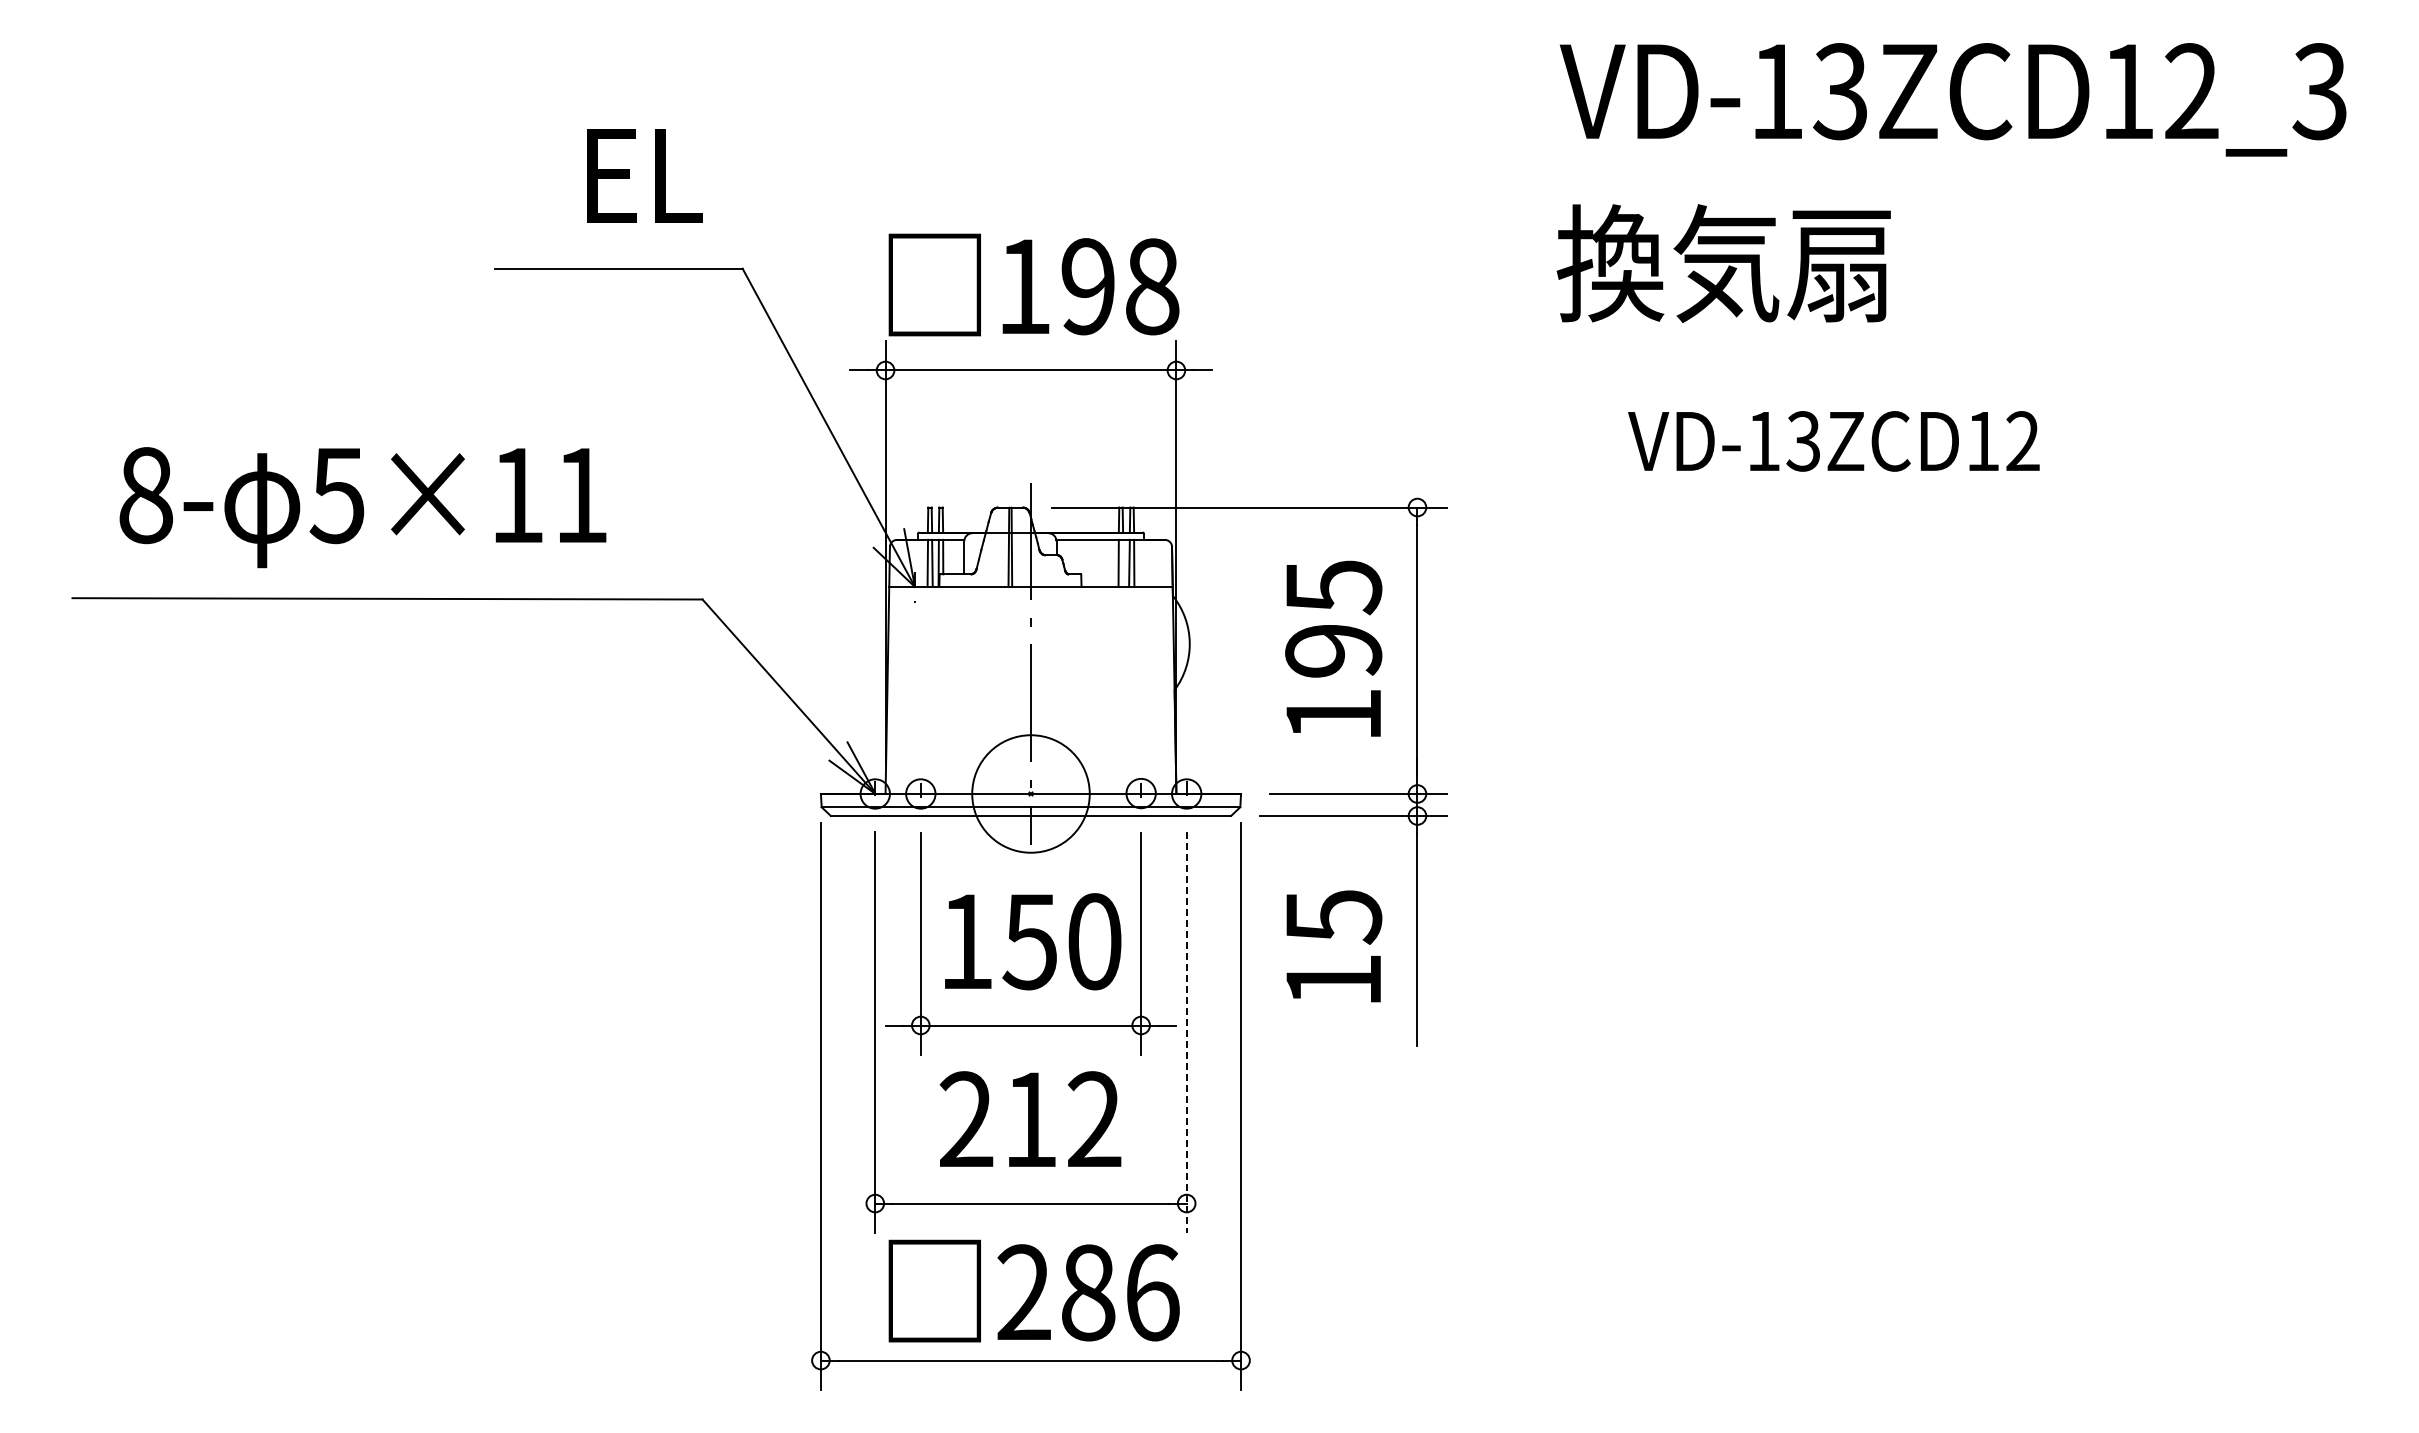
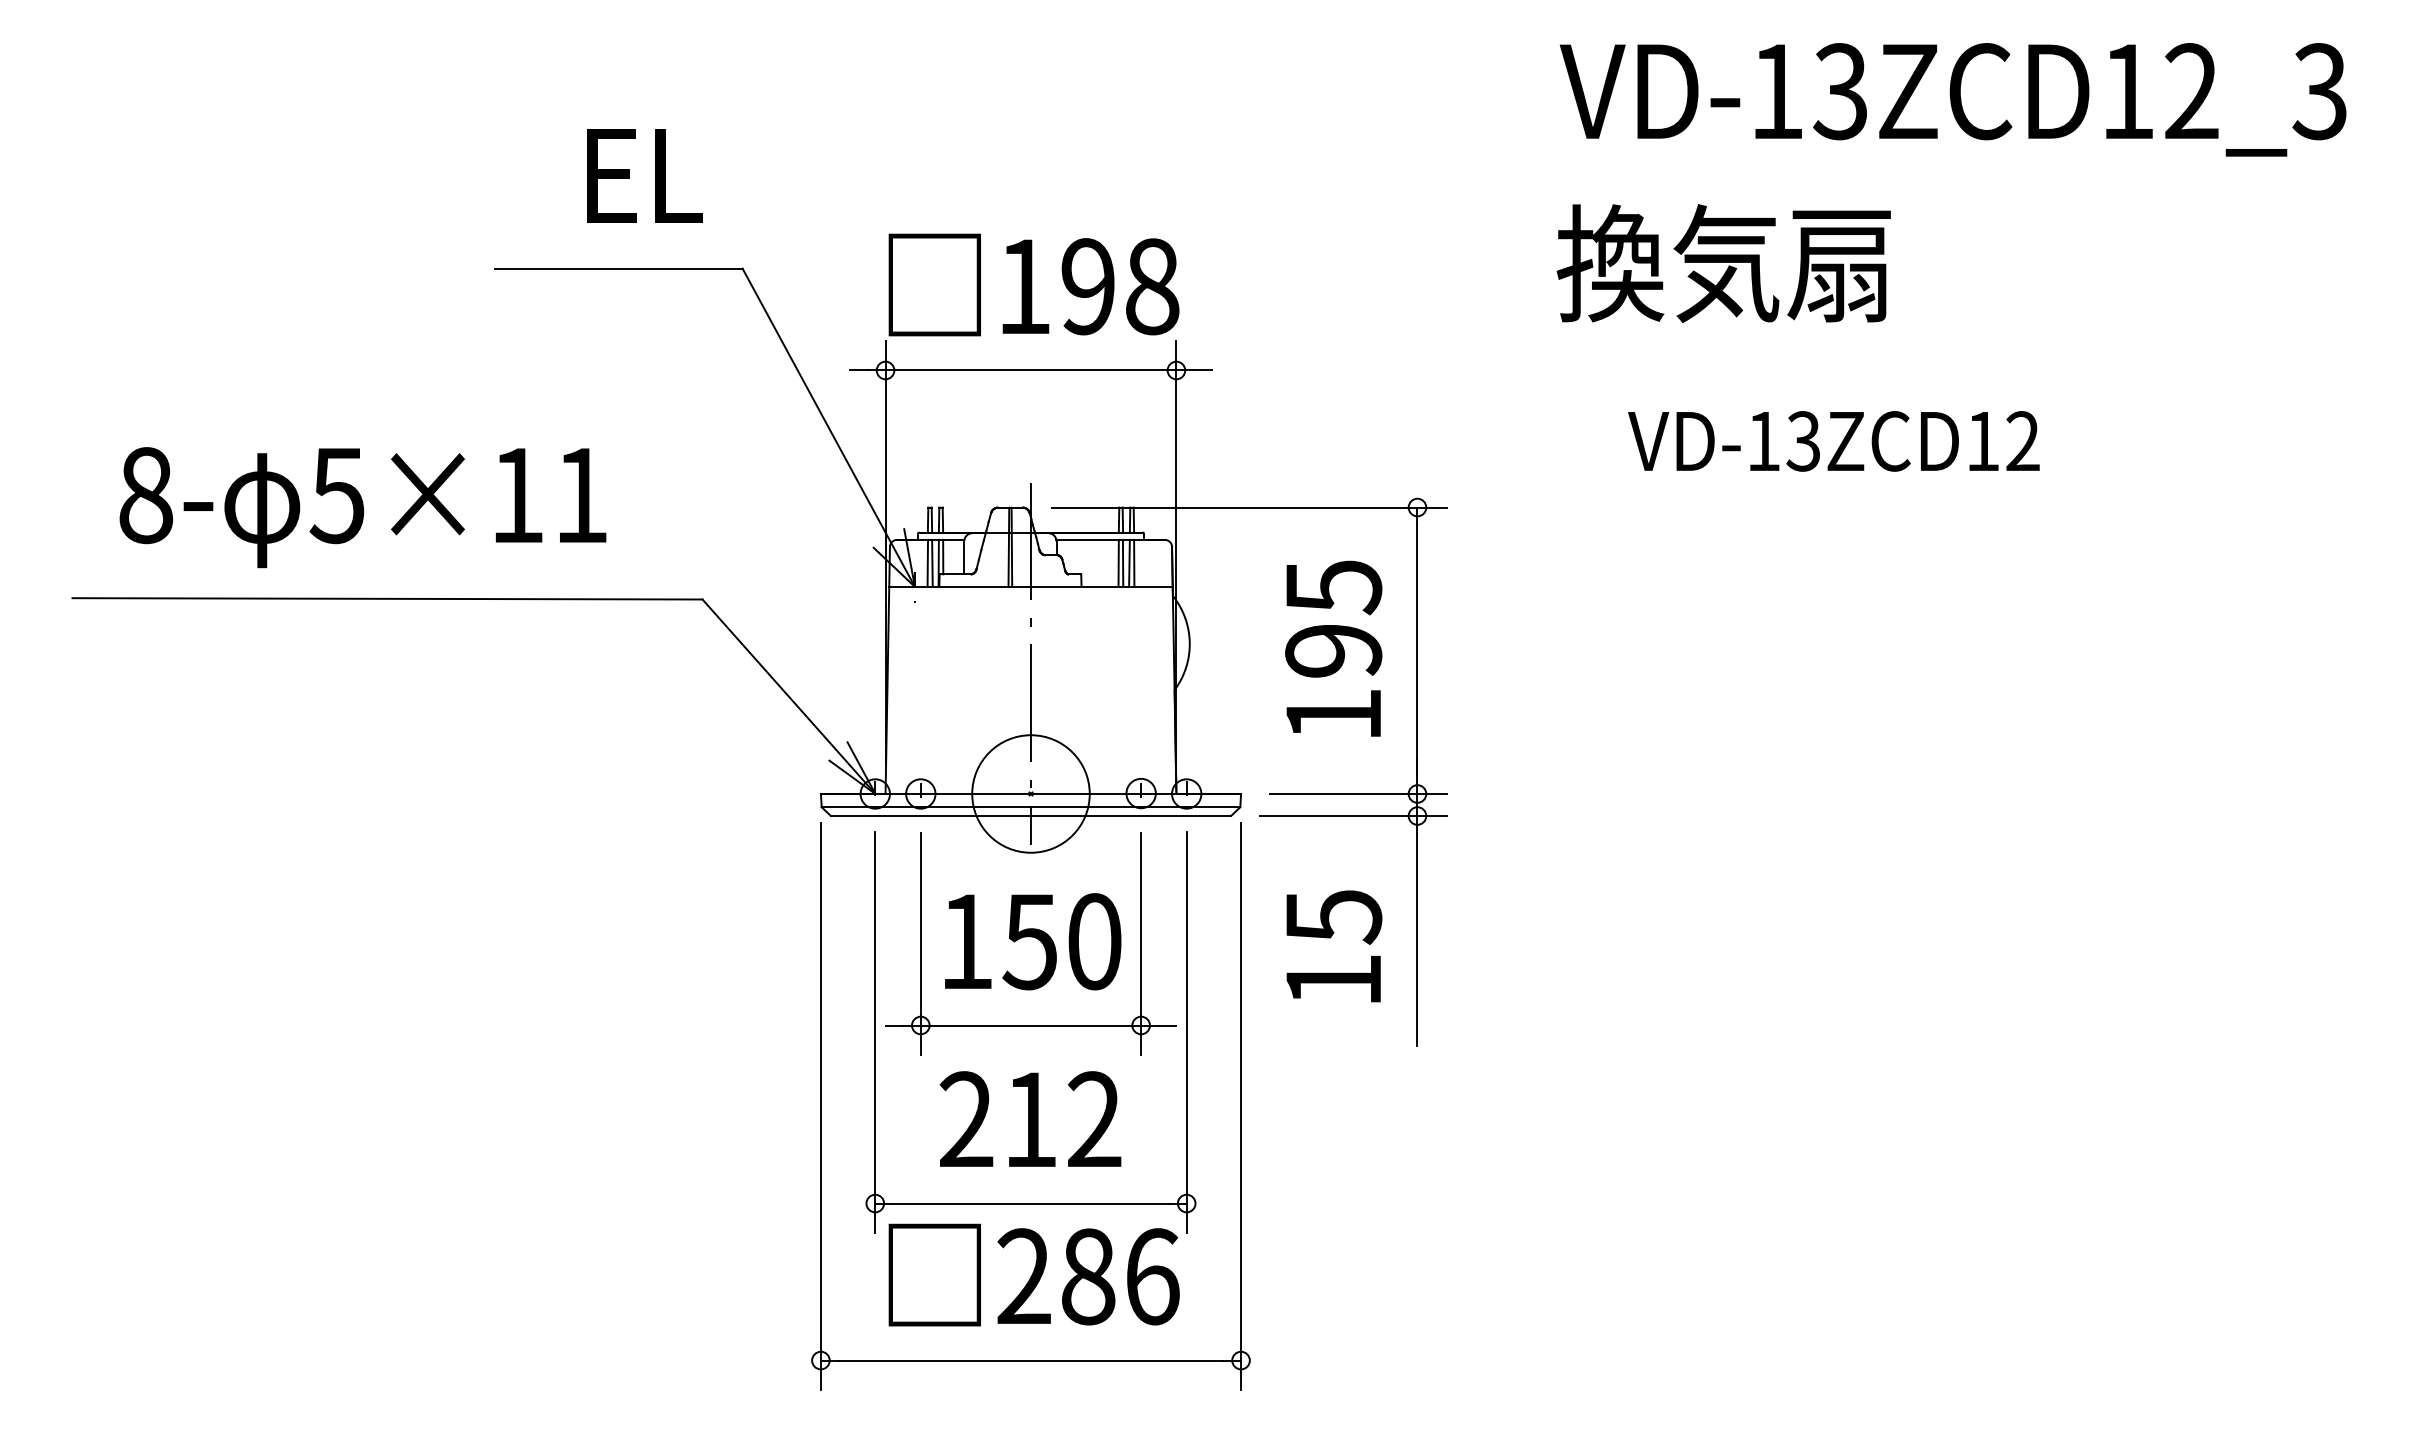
line at (1122, 563): none -> present
line at (1186, 1032): dashed -> solid
text at (1033, 1290) position: (1033, 1290) -> (1033, 1274)
